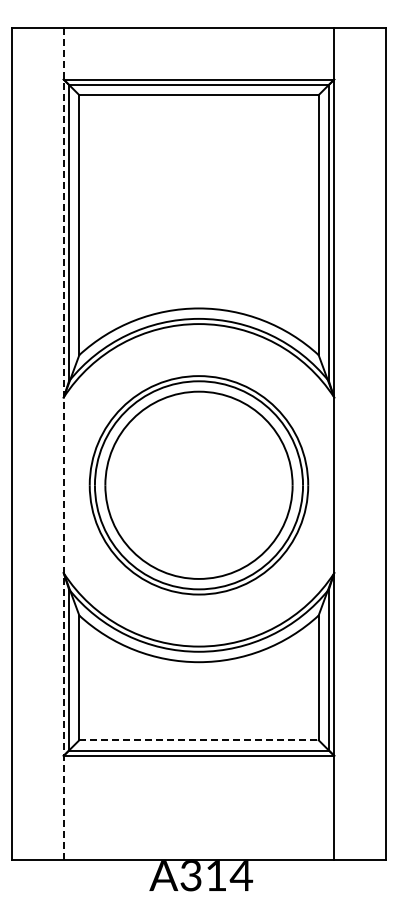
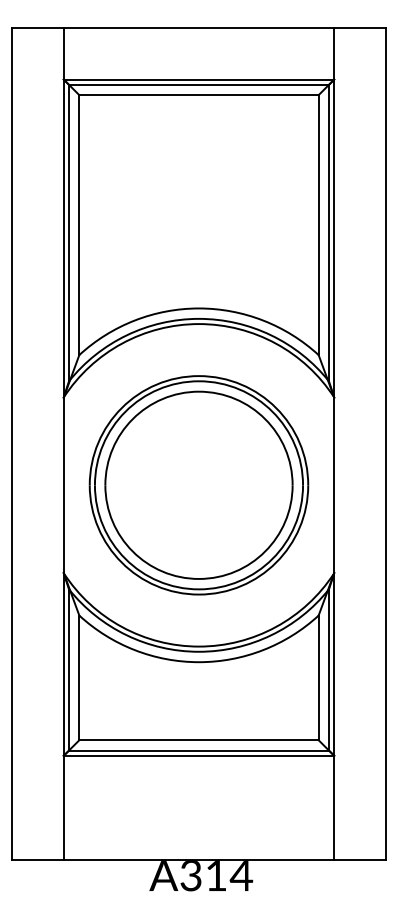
line at (63, 444): dashed -> solid
line at (198, 740): dashed -> solid
